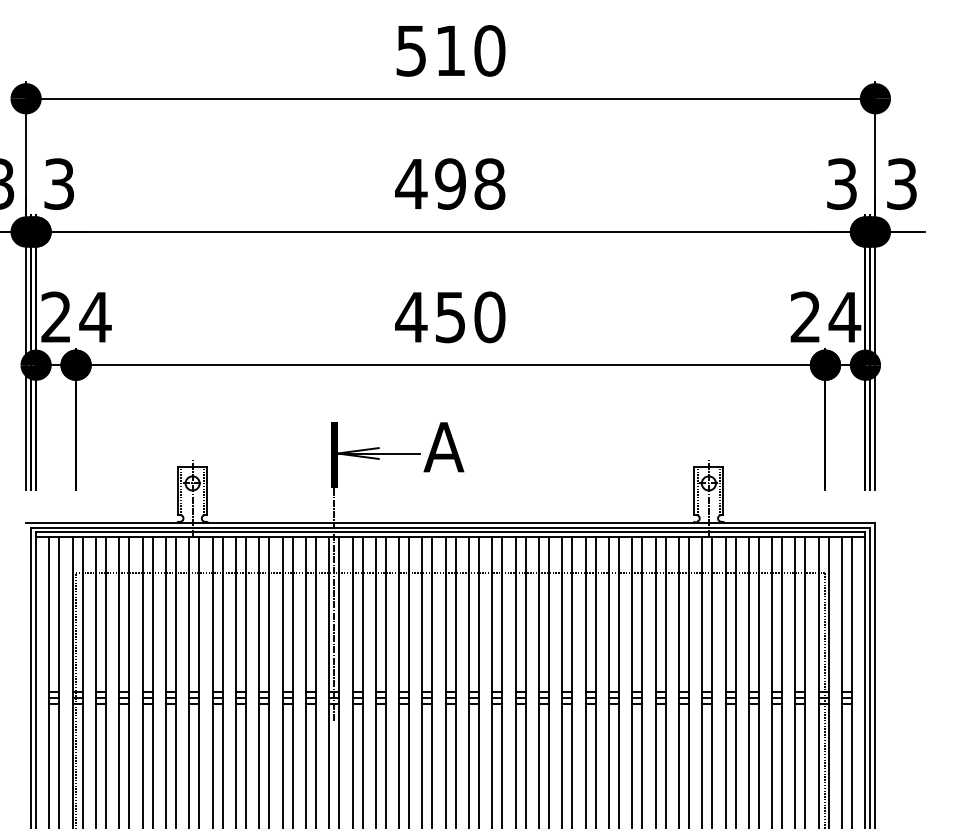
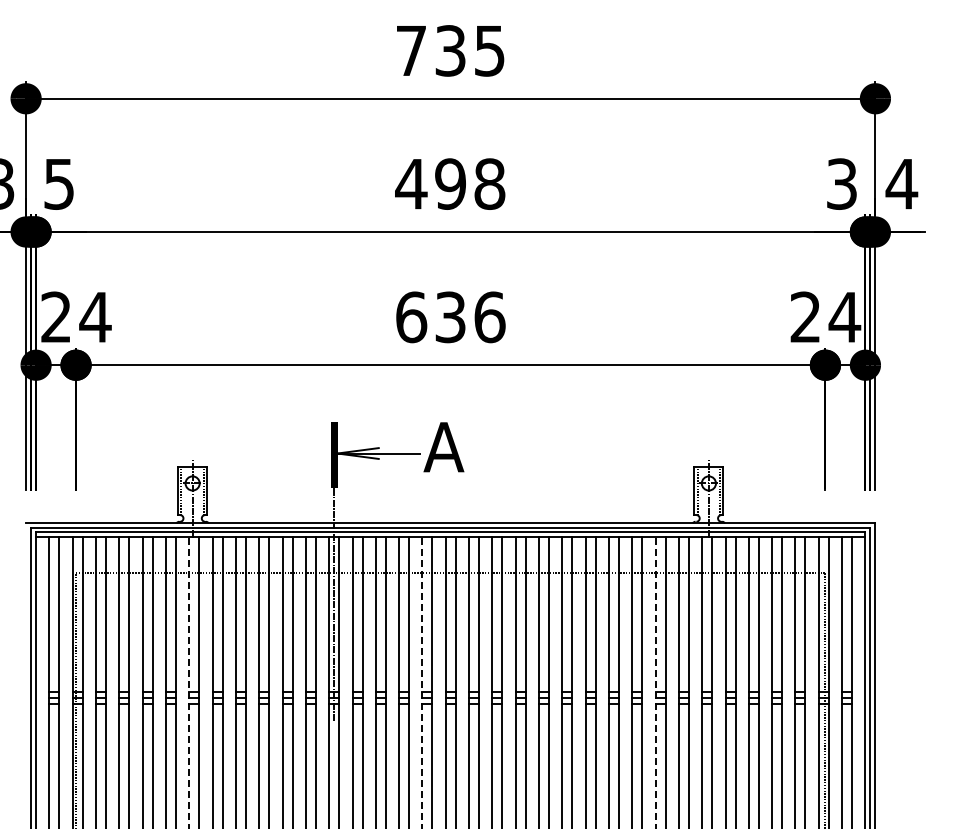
text at (450, 50): 510 -> 735
text at (59, 183): 3 -> 5
text at (901, 183): 3 -> 4
text at (450, 317): 450 -> 636
line at (189, 682): solid -> dashed
line at (422, 682): solid -> dashed
line at (655, 682): solid -> dashed
